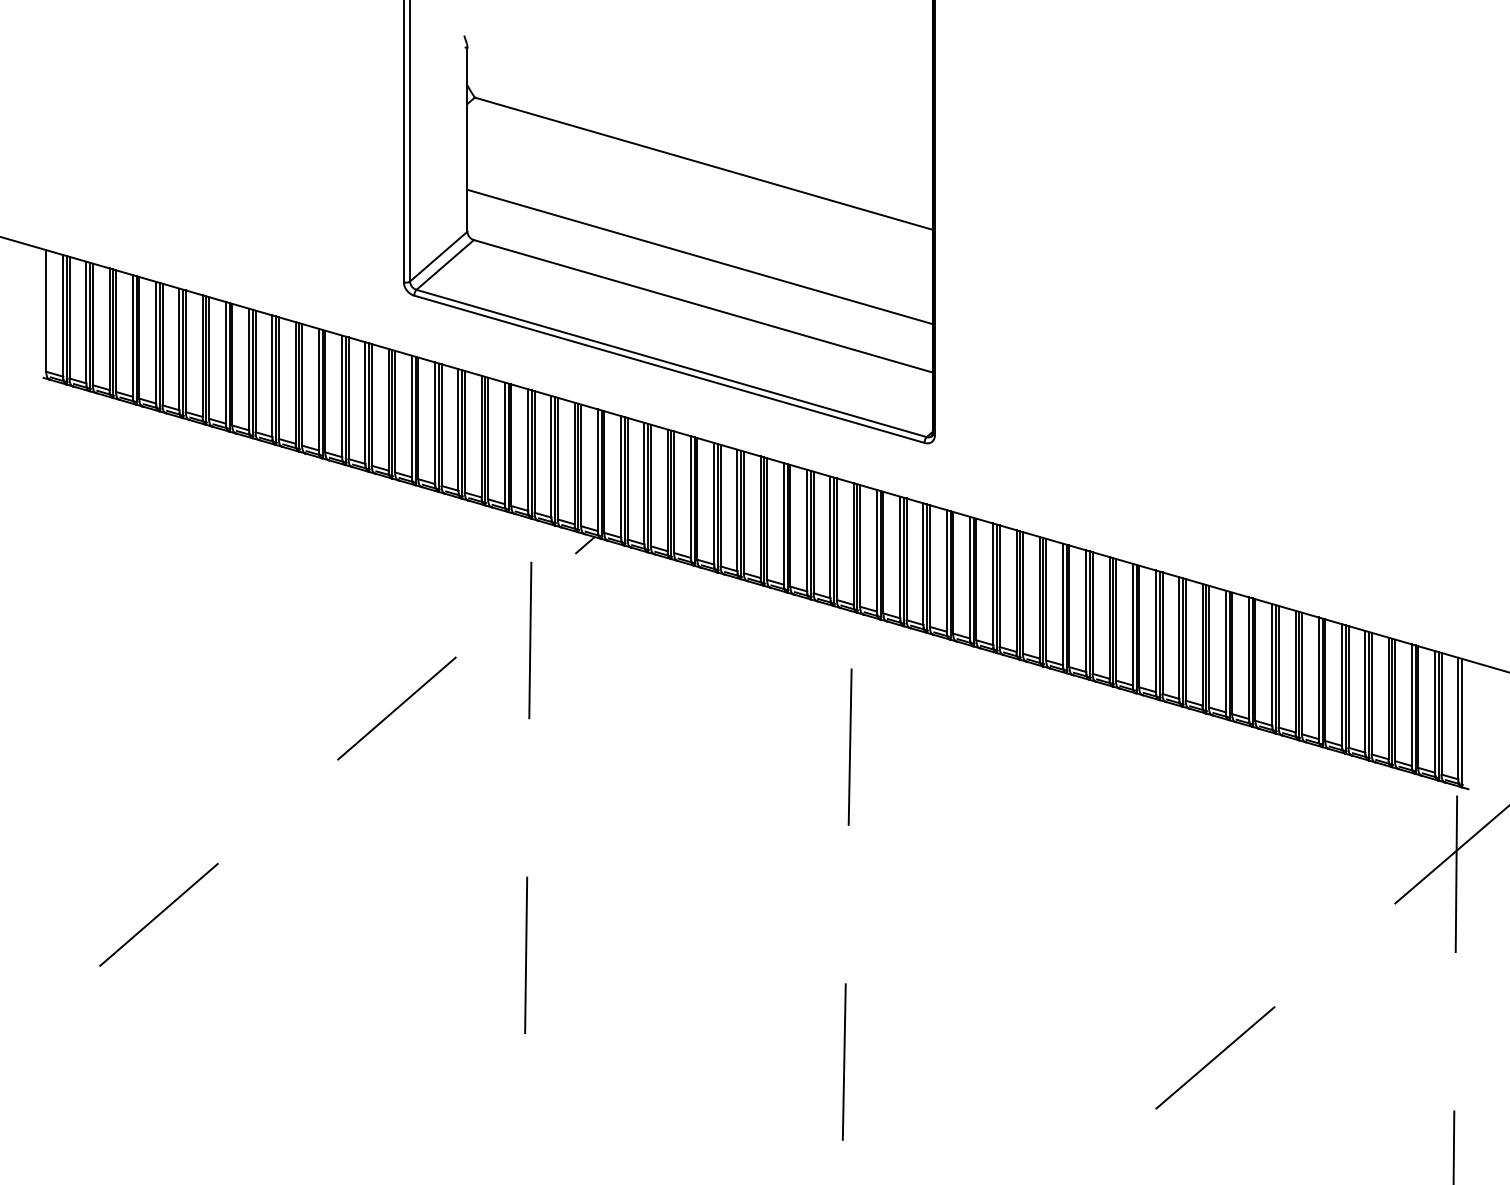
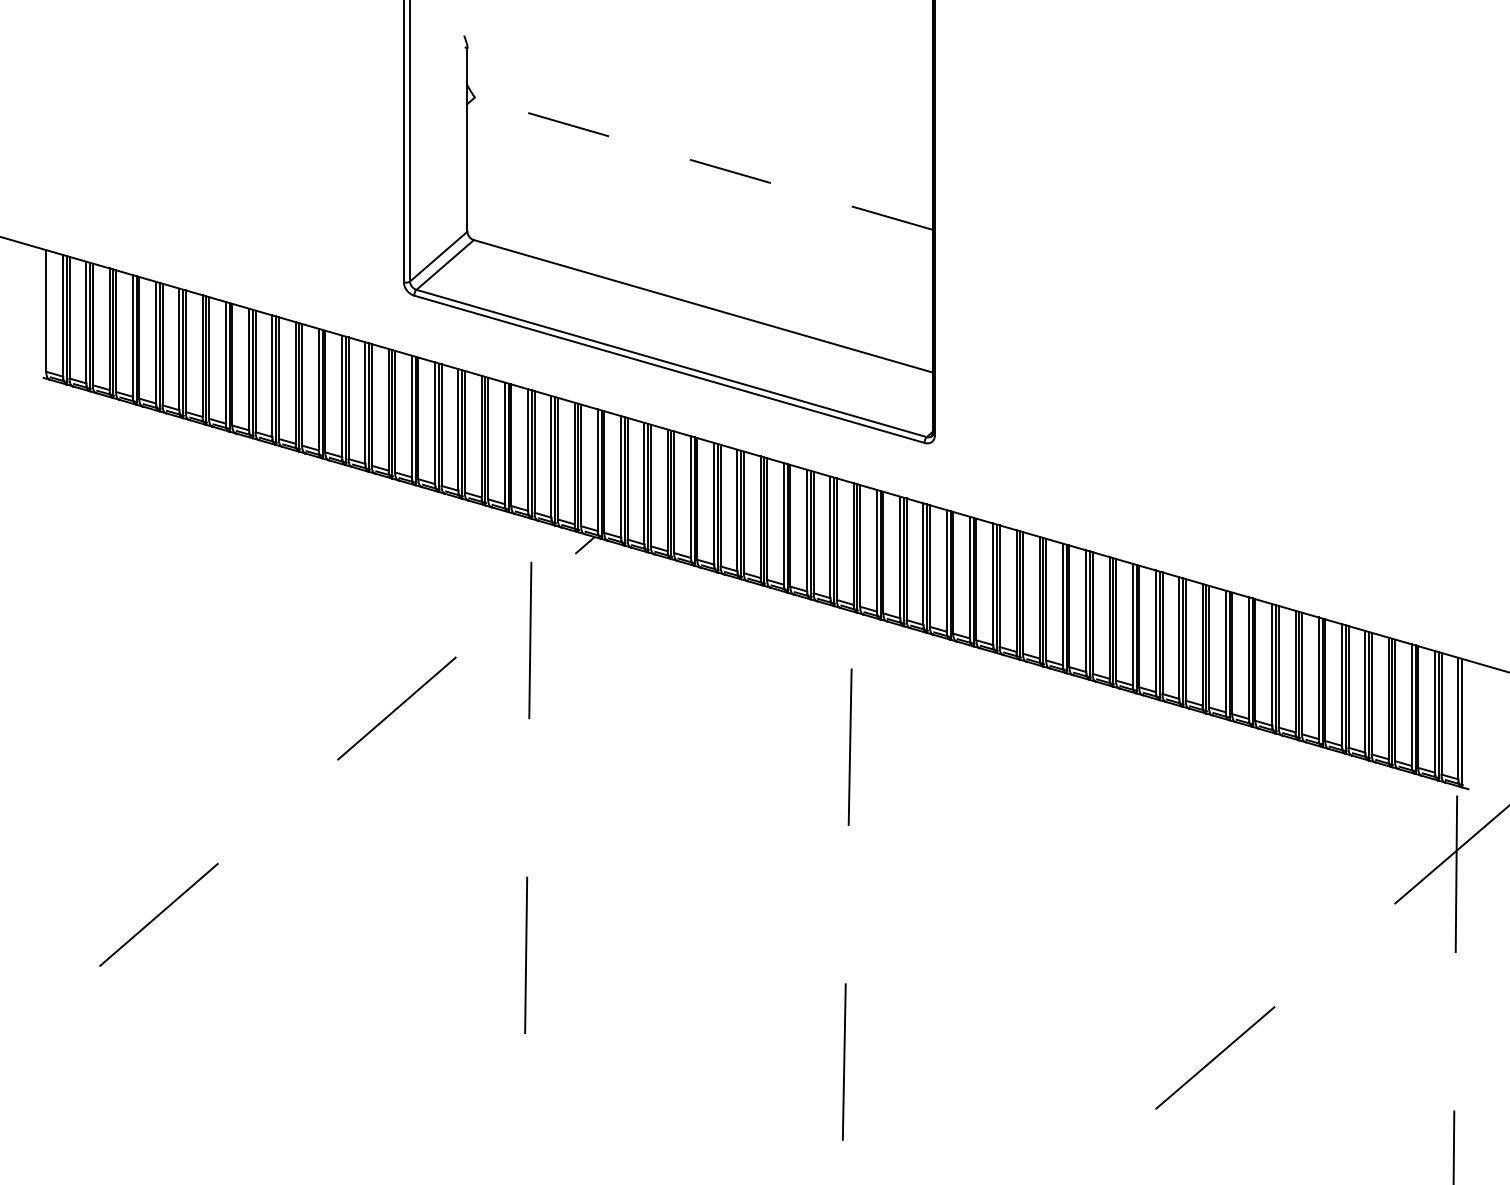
line at (703, 163): solid -> dashed
line at (699, 256): present -> none
